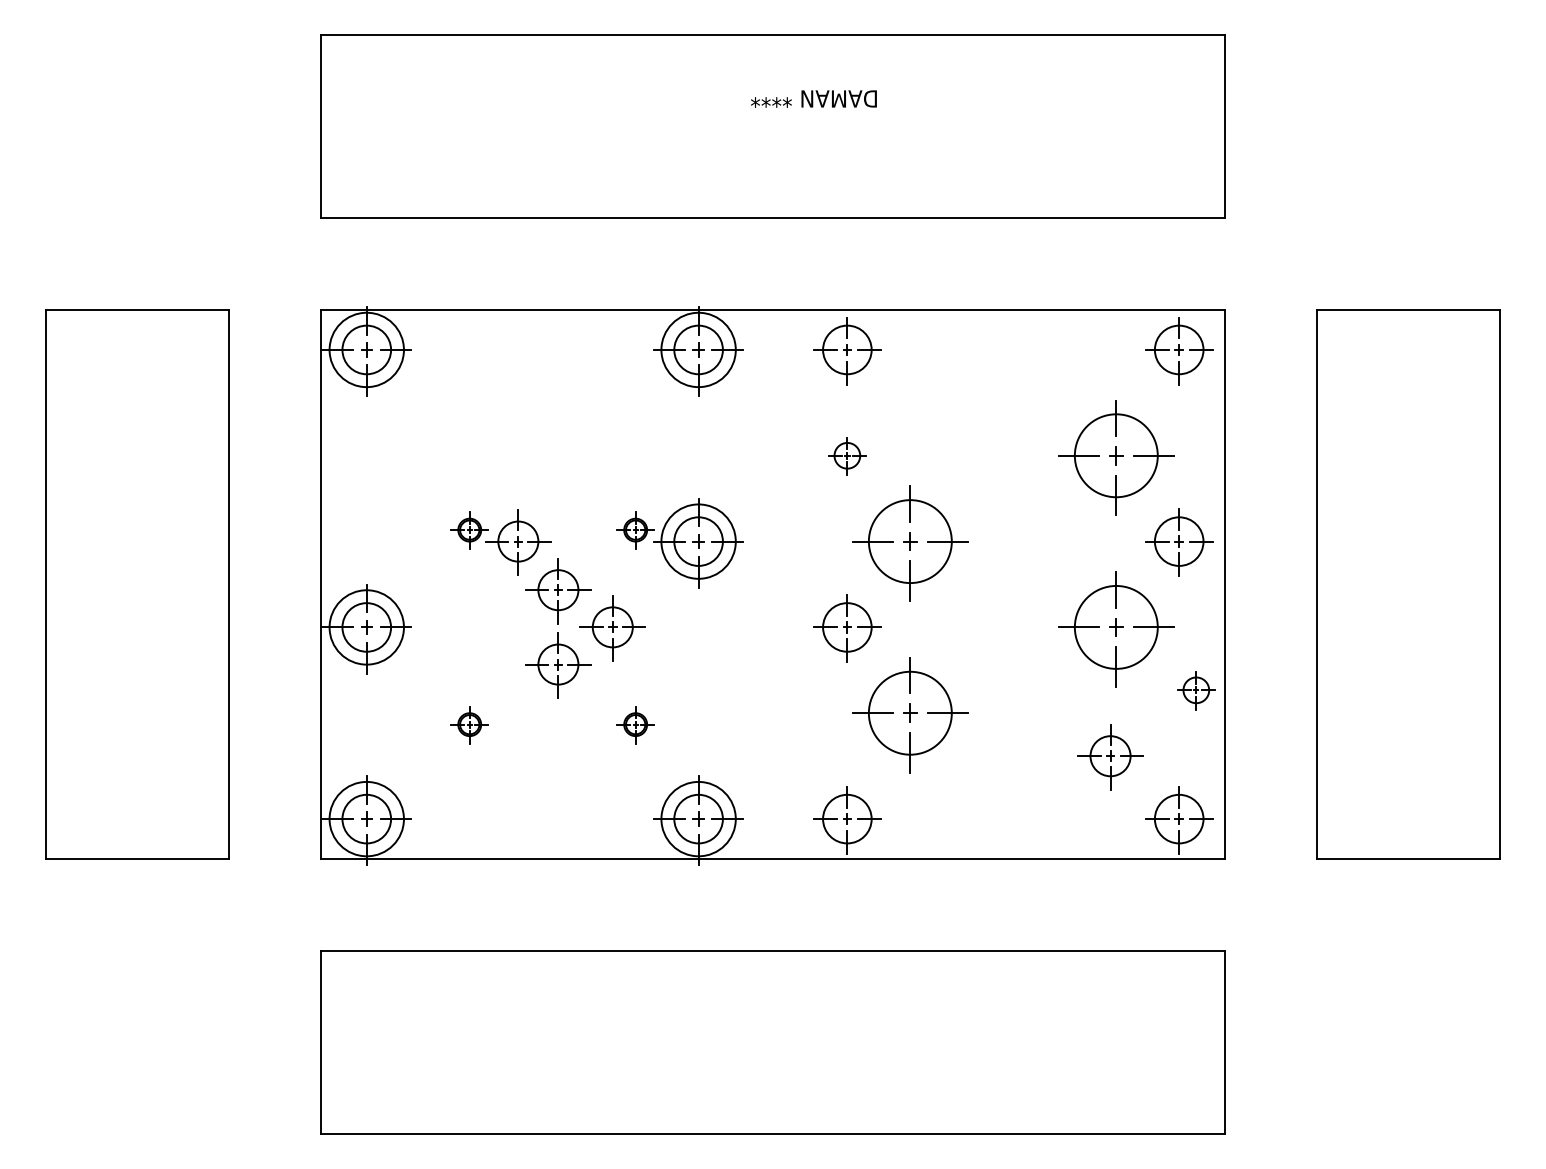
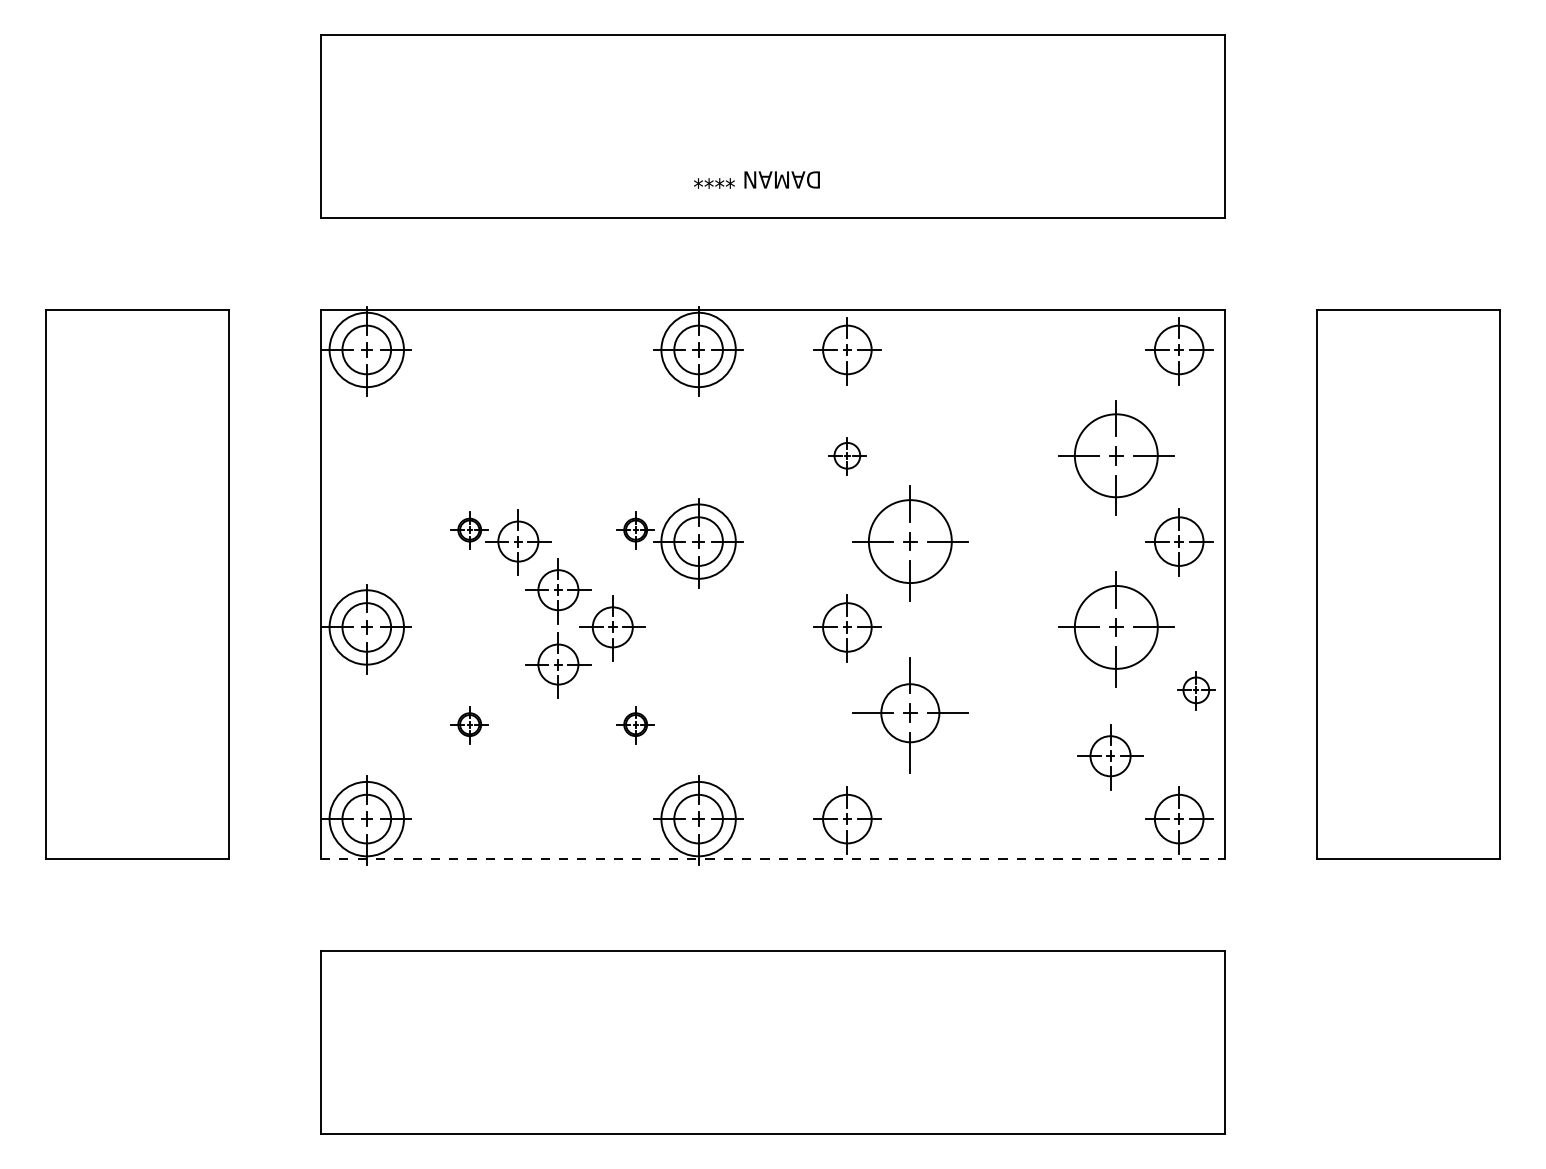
text at (813, 98) position: (813, 98) -> (756, 179)
circle at (909, 712) diameter: 83 px -> 58 px
line at (773, 859): solid -> dashed
